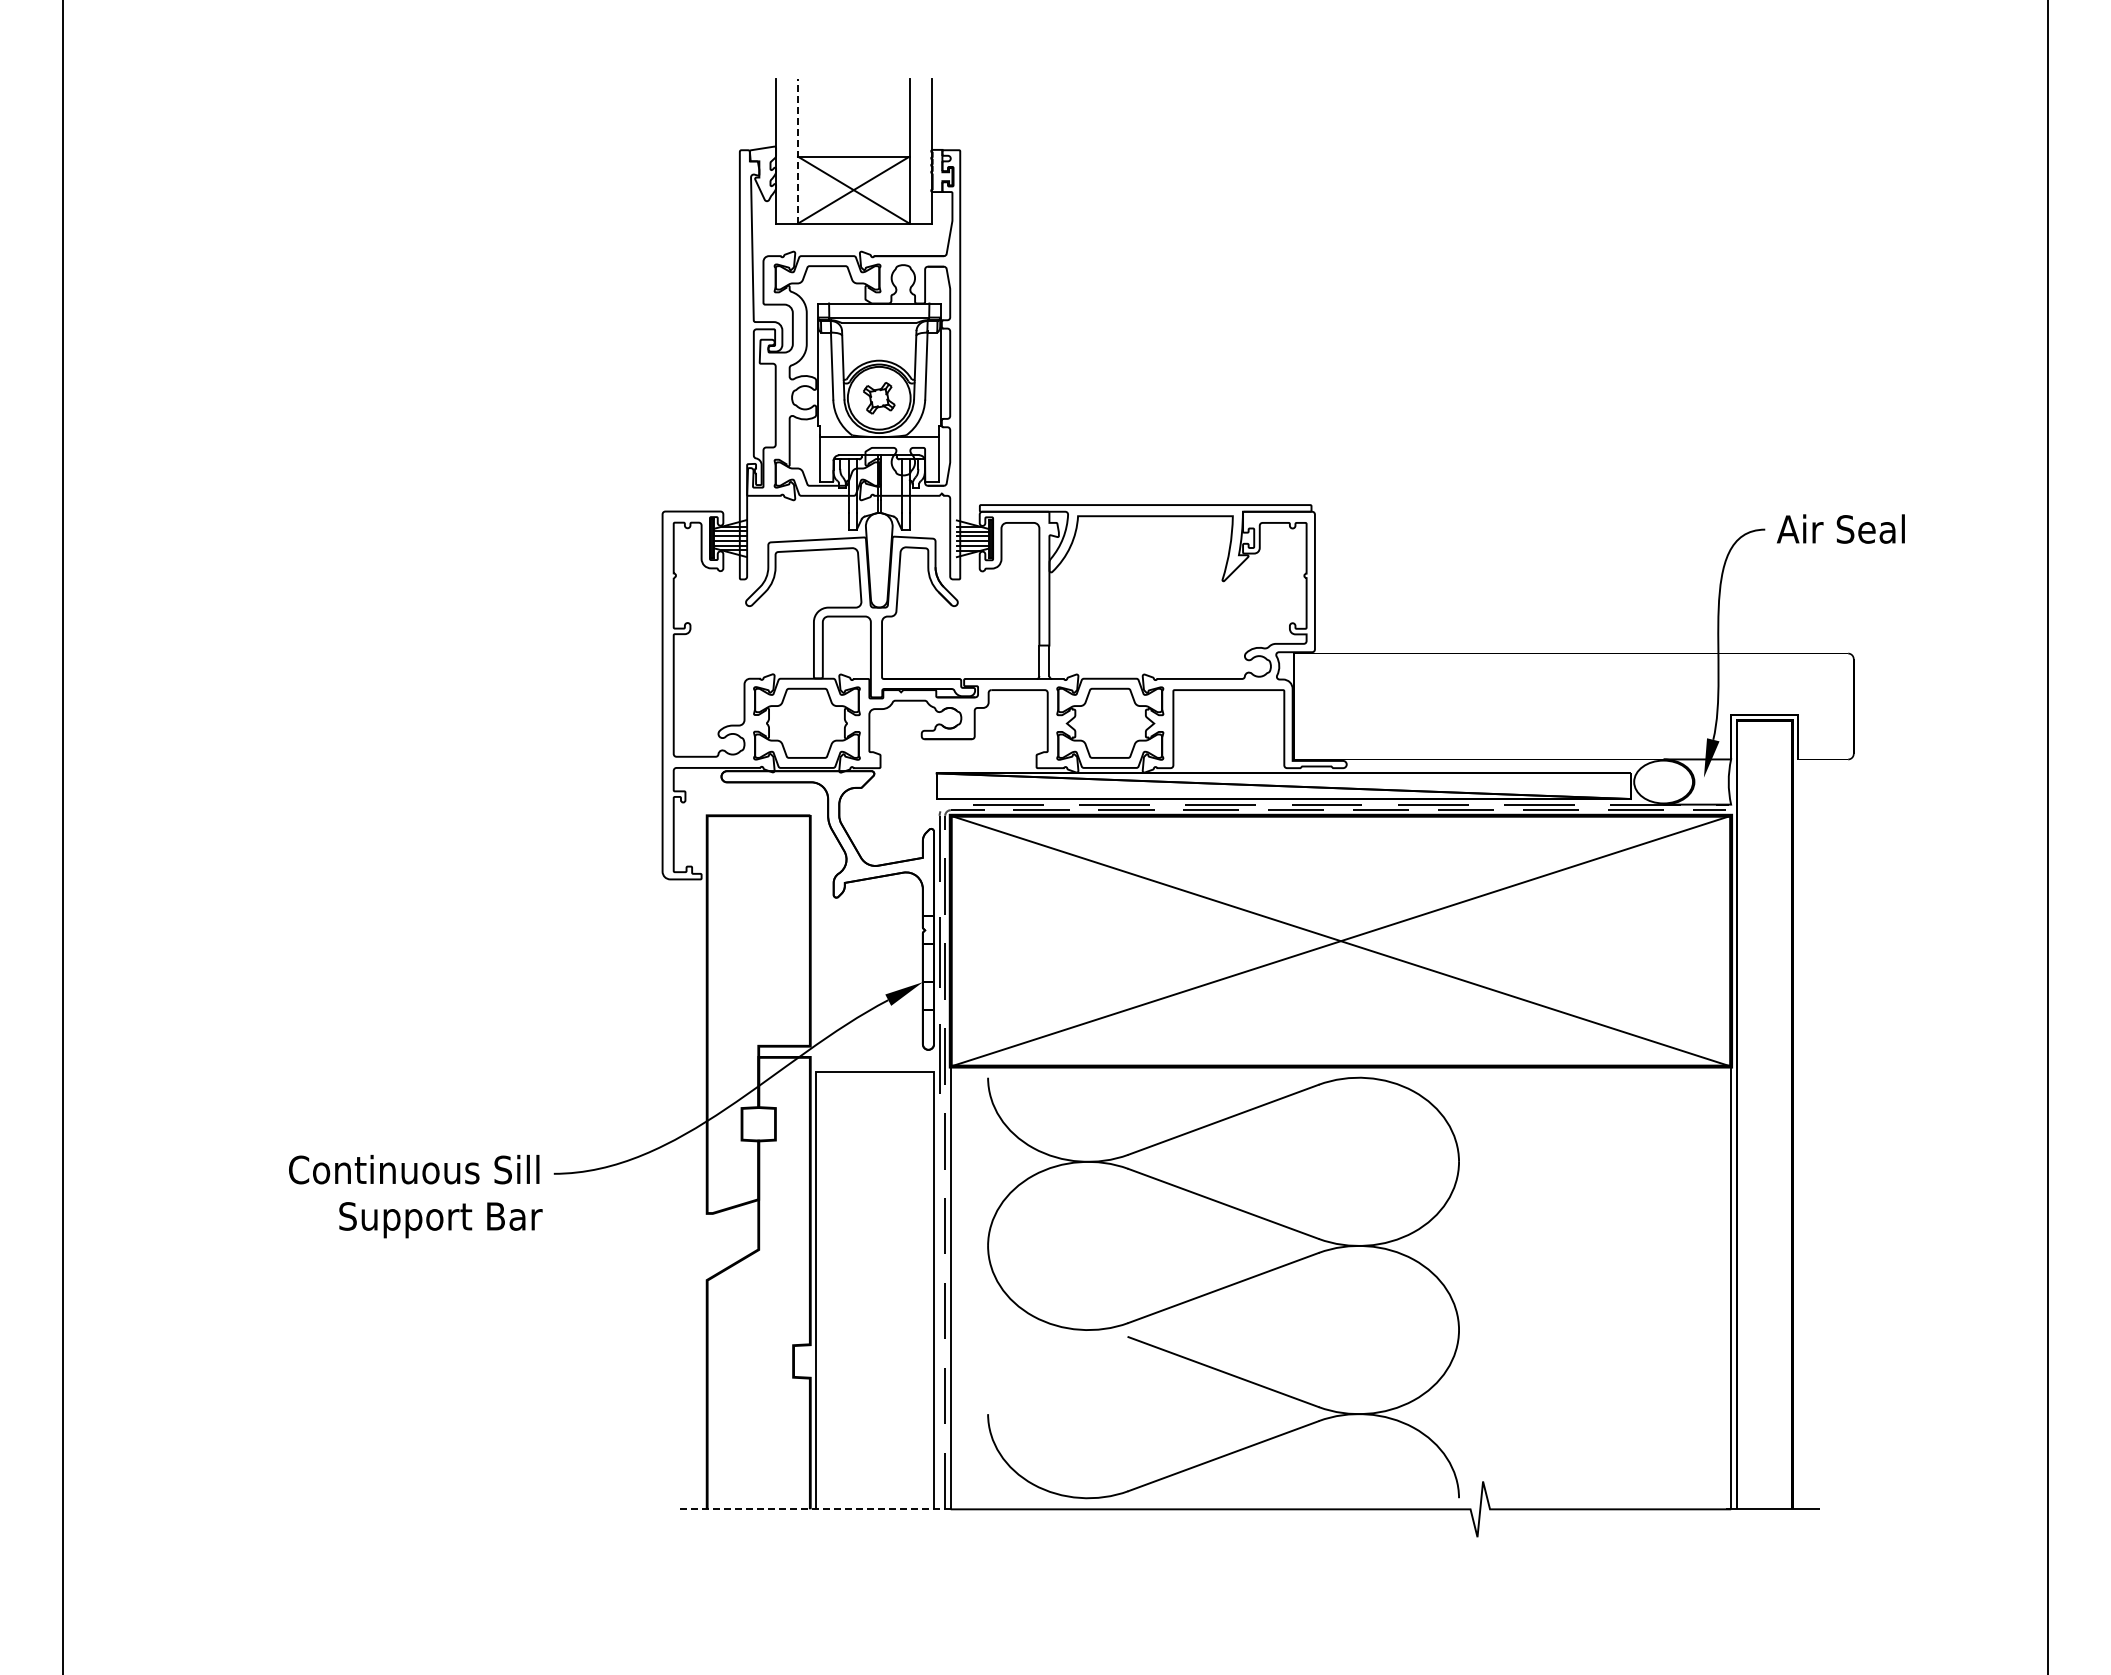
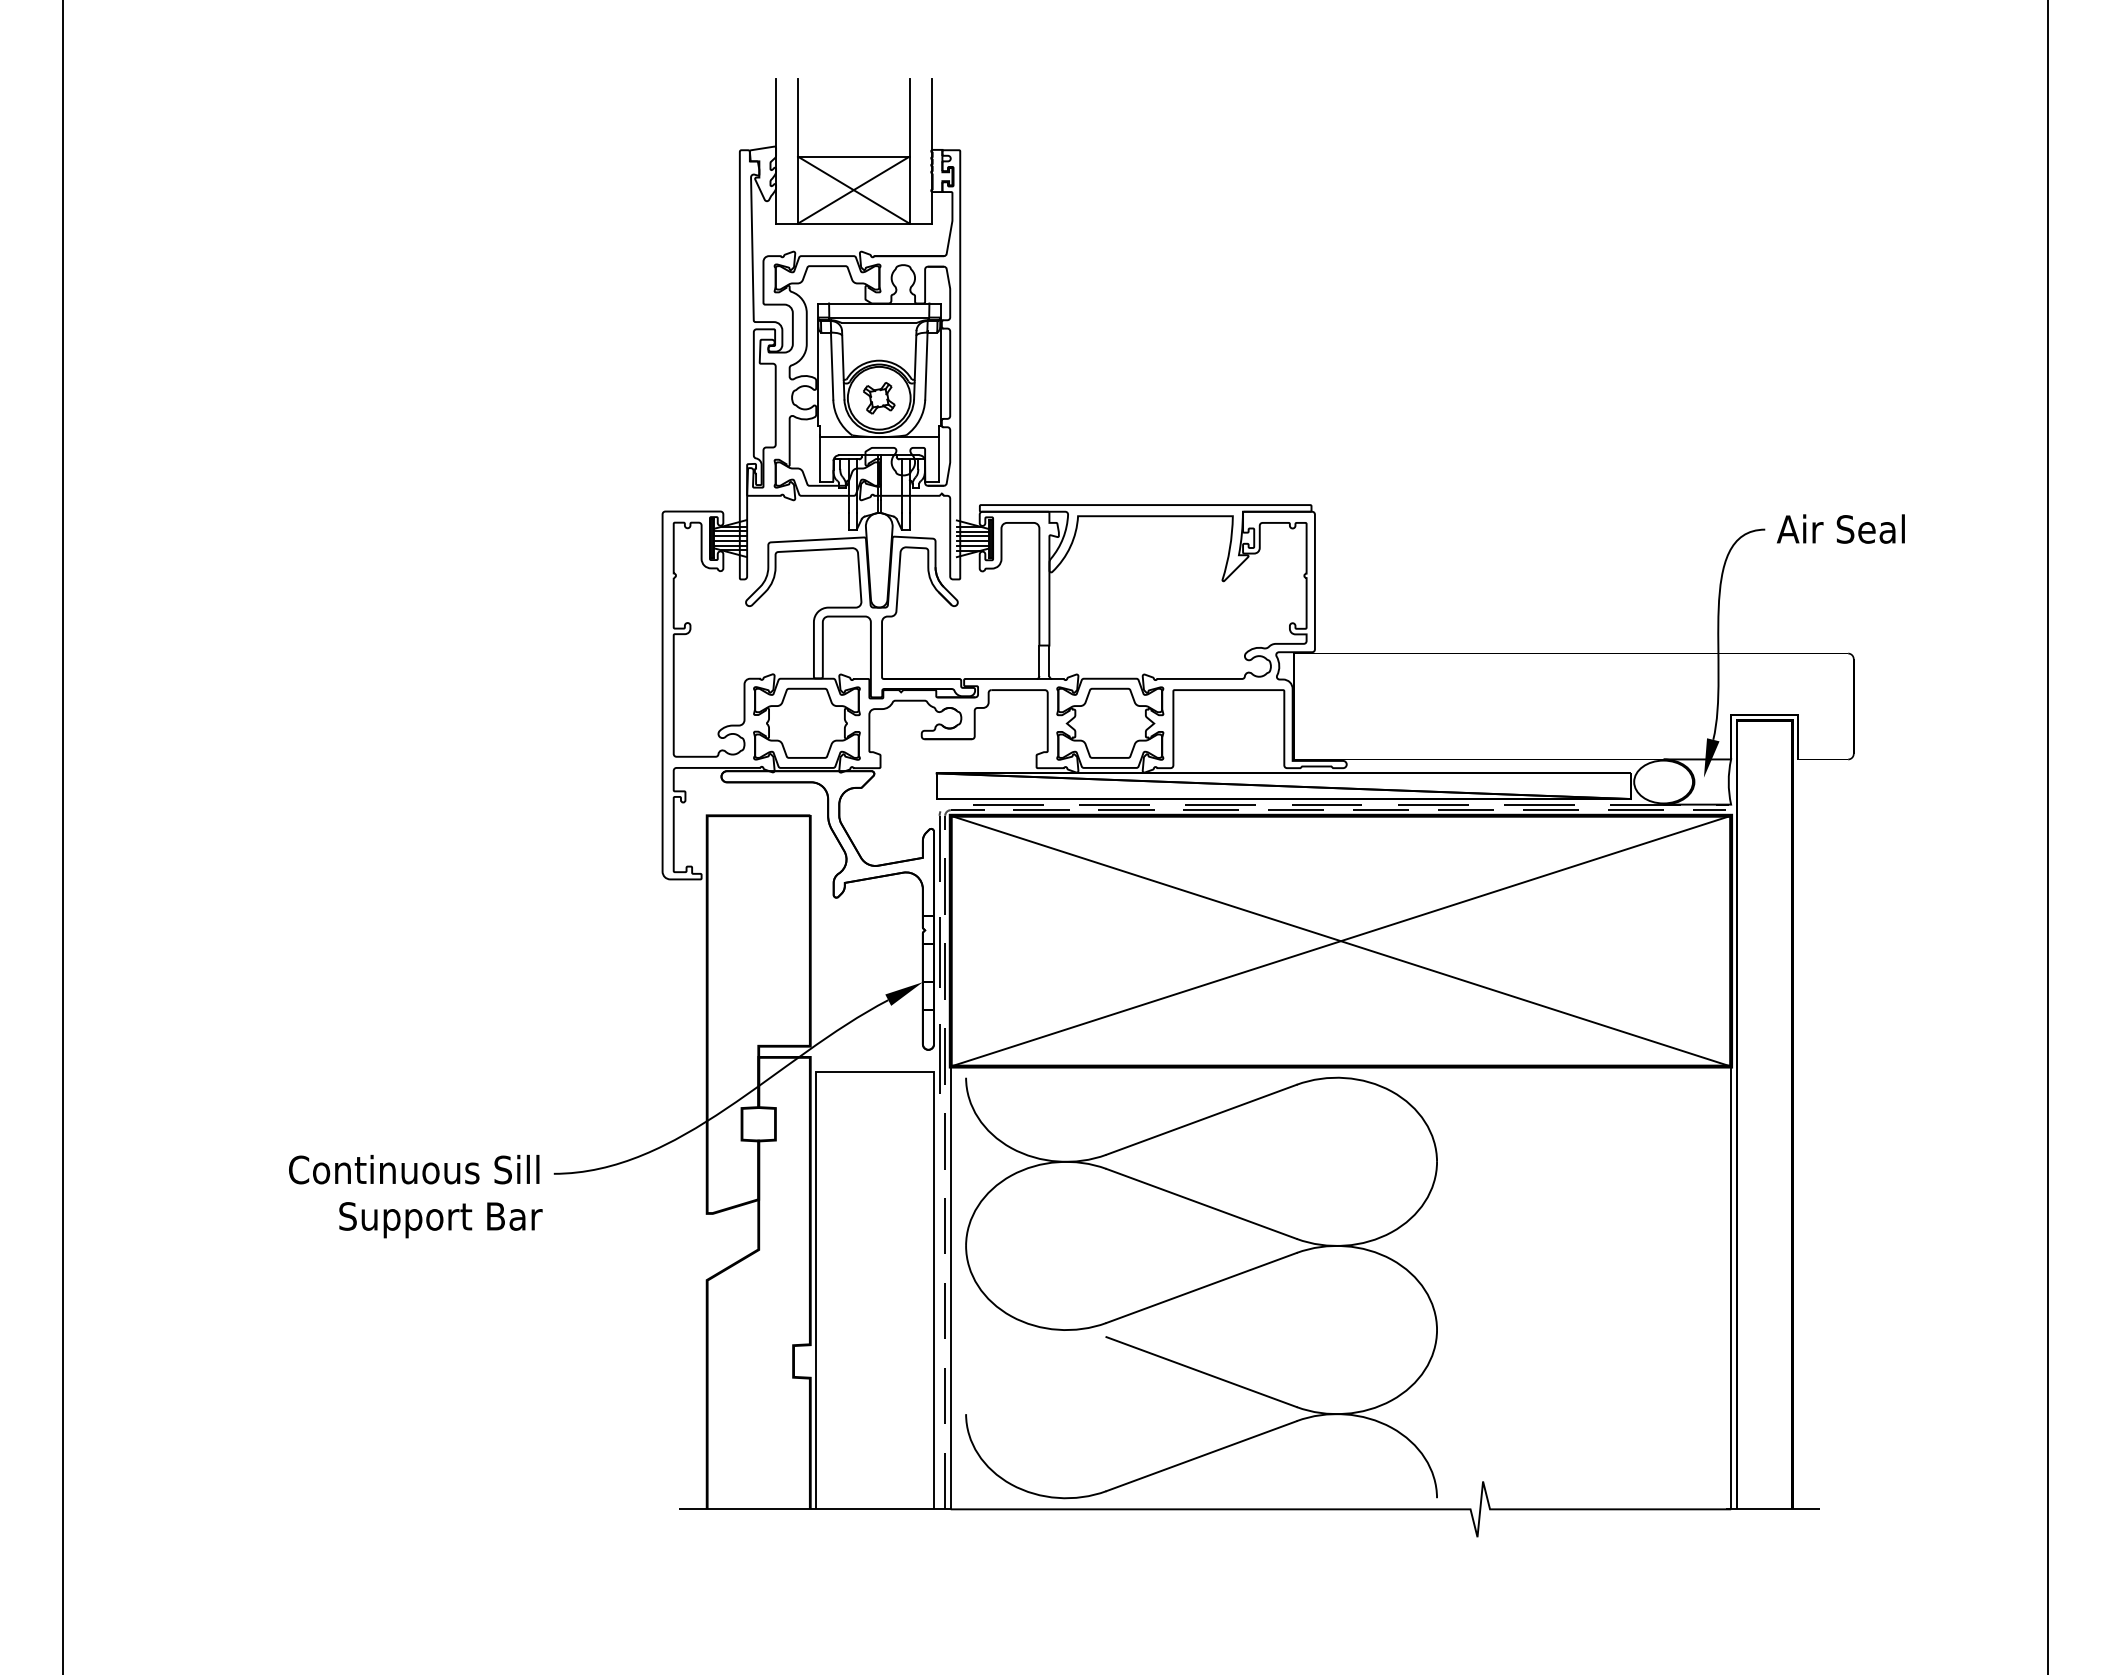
line at (798, 150): dashed -> solid
part at (1223, 1287) position: (1223, 1287) -> (1201, 1287)
line at (815, 1509): dashed -> solid
